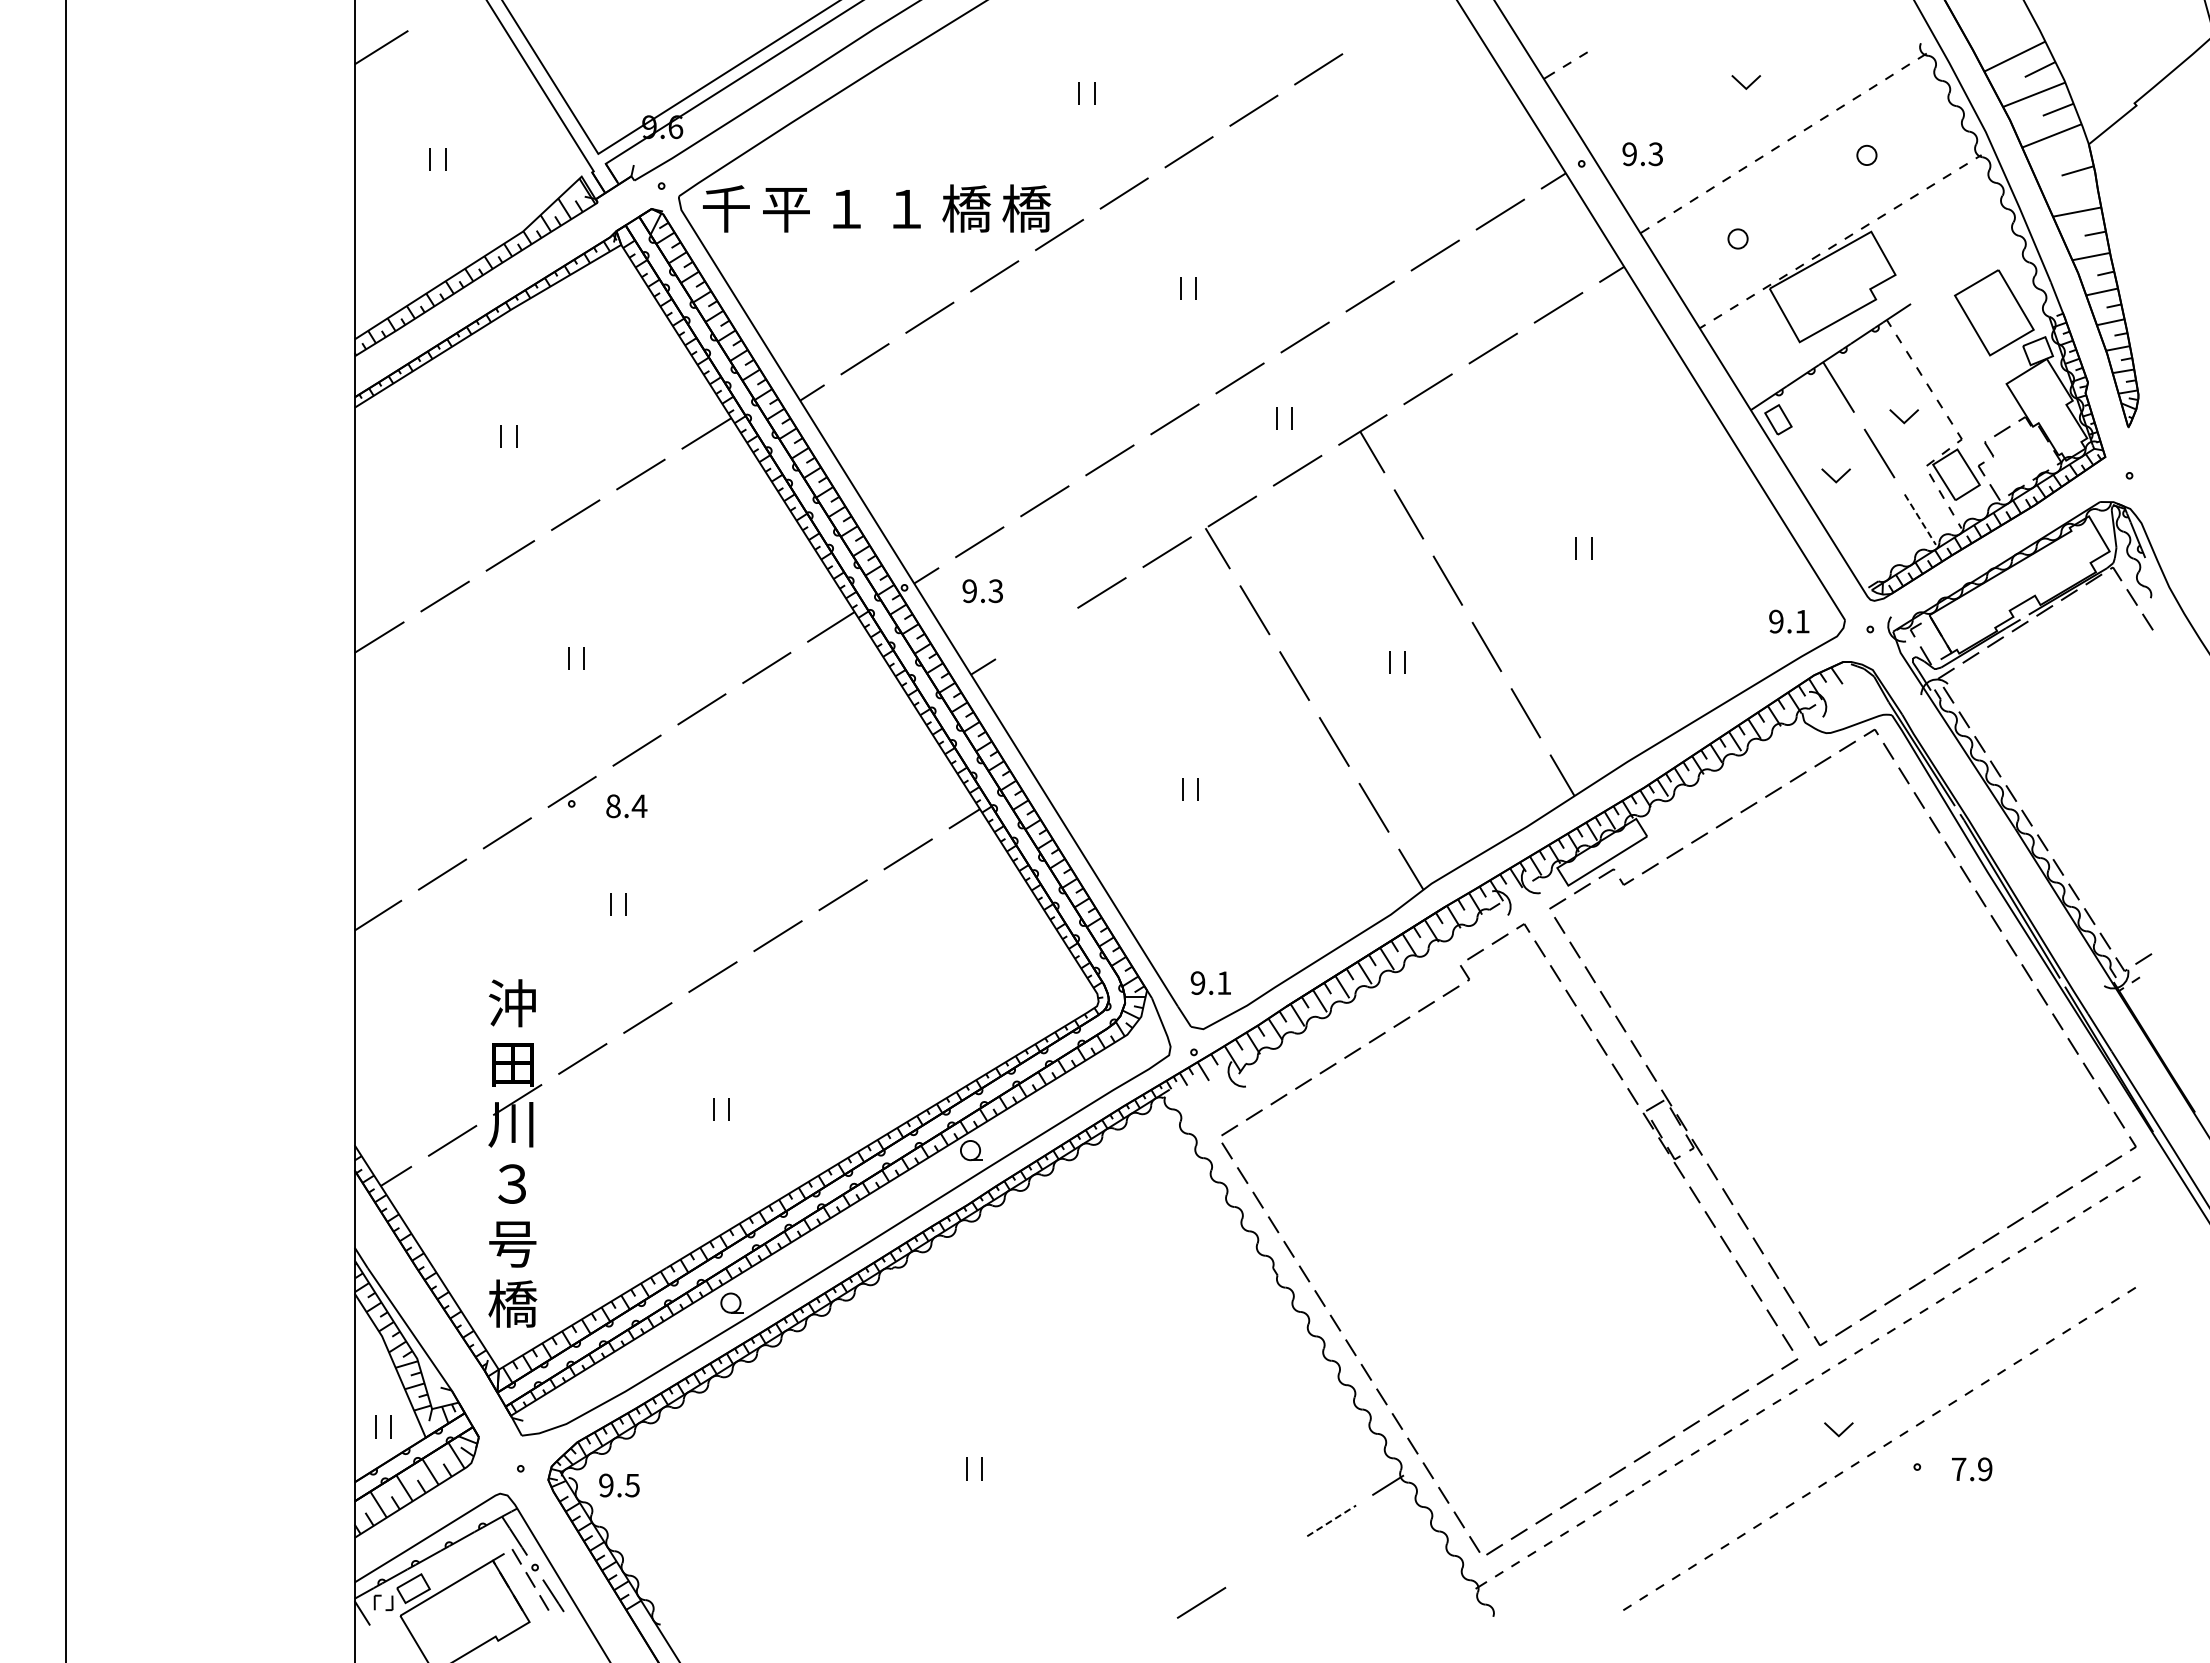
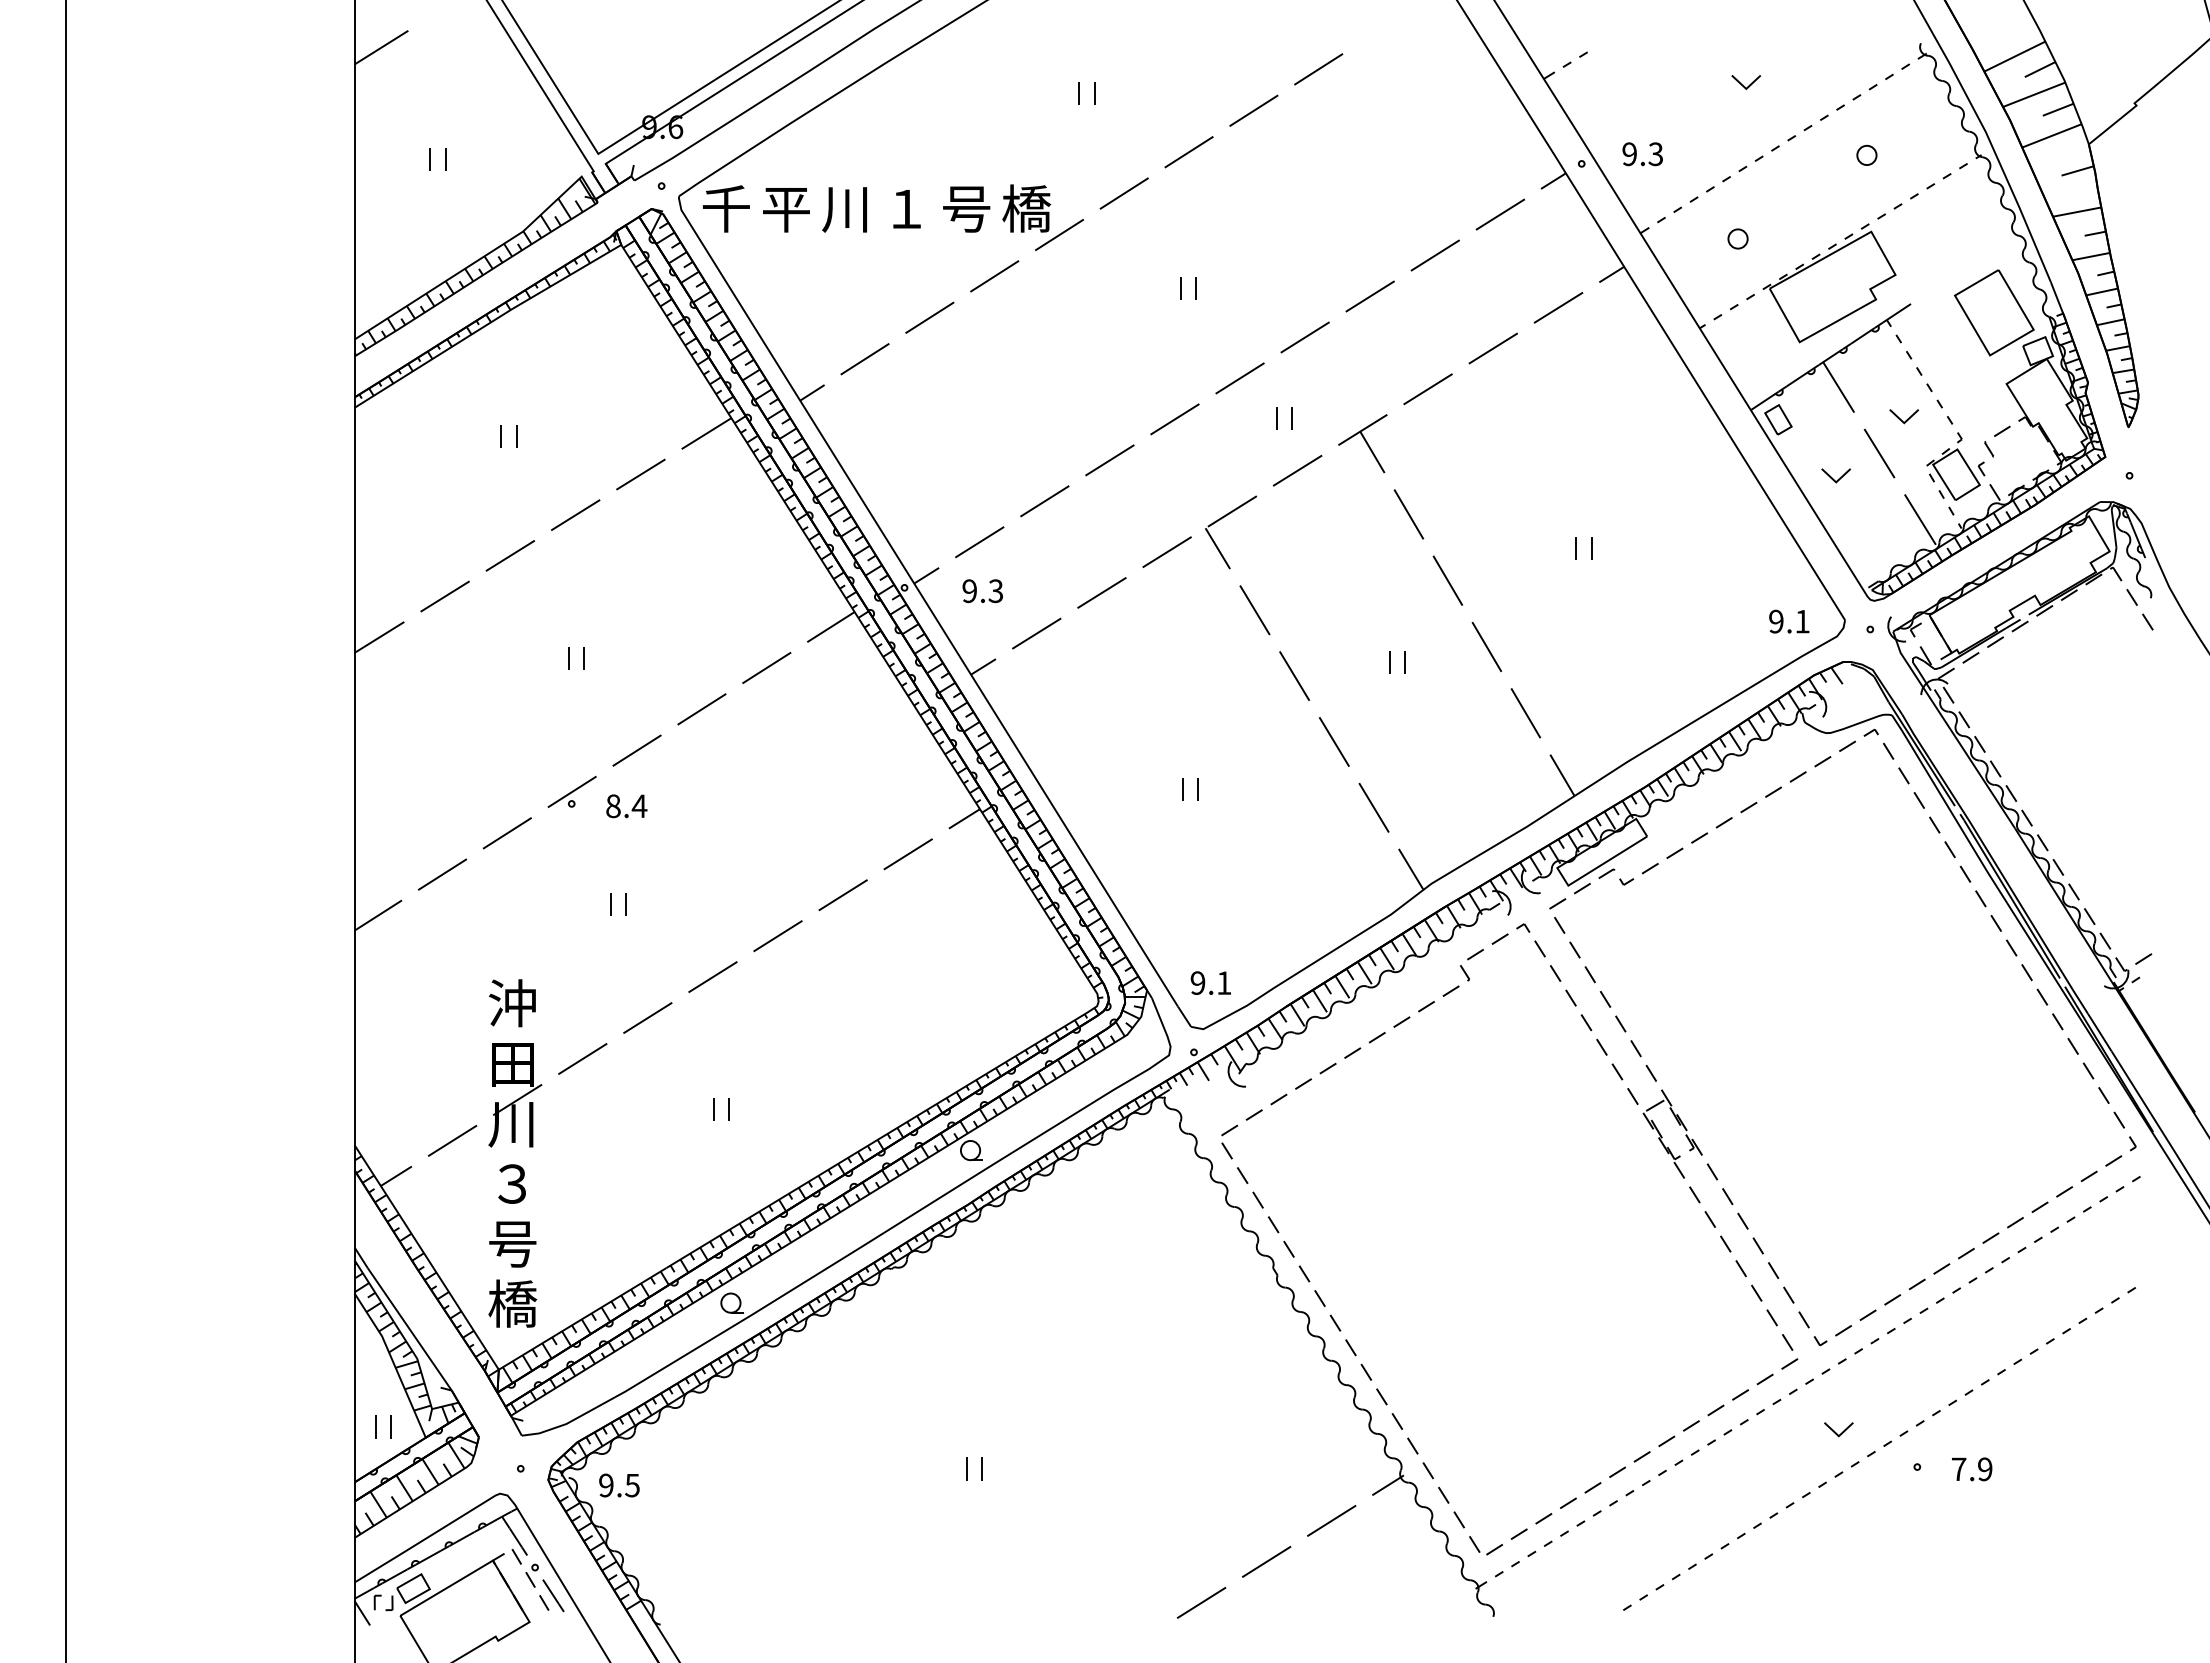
text at (966, 208): 橋 -> 号
text at (844, 209): １ -> 川
line at (1920, 519): dashed -> solid
line at (1036, 633): none -> present
line at (1331, 1520): dashed -> solid
line at (1266, 1561): none -> present
